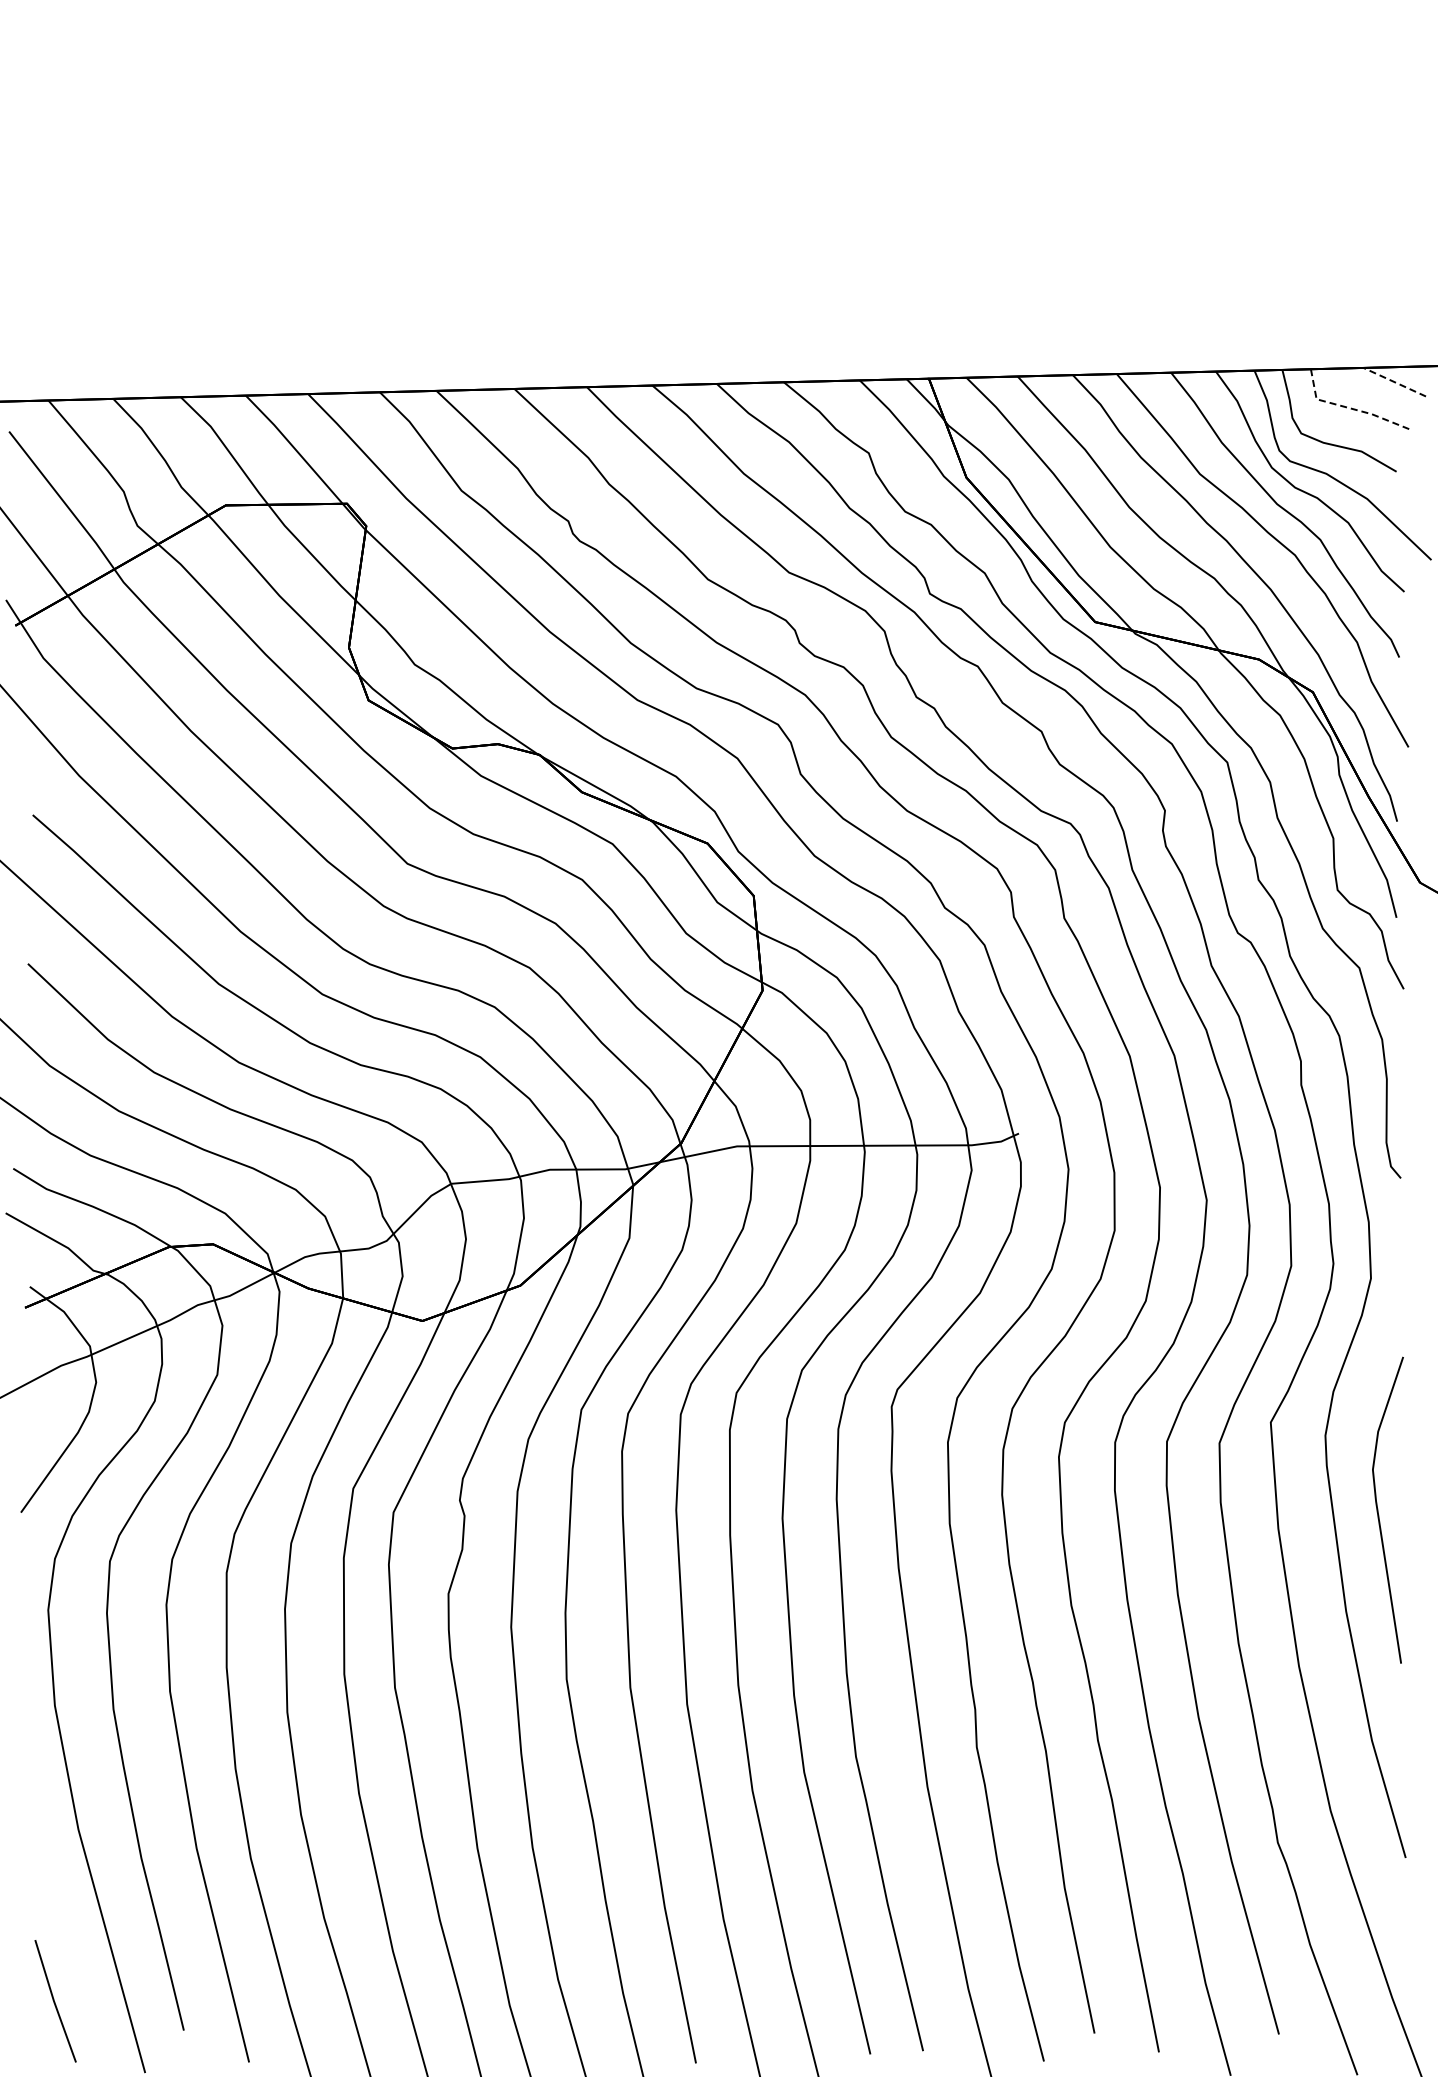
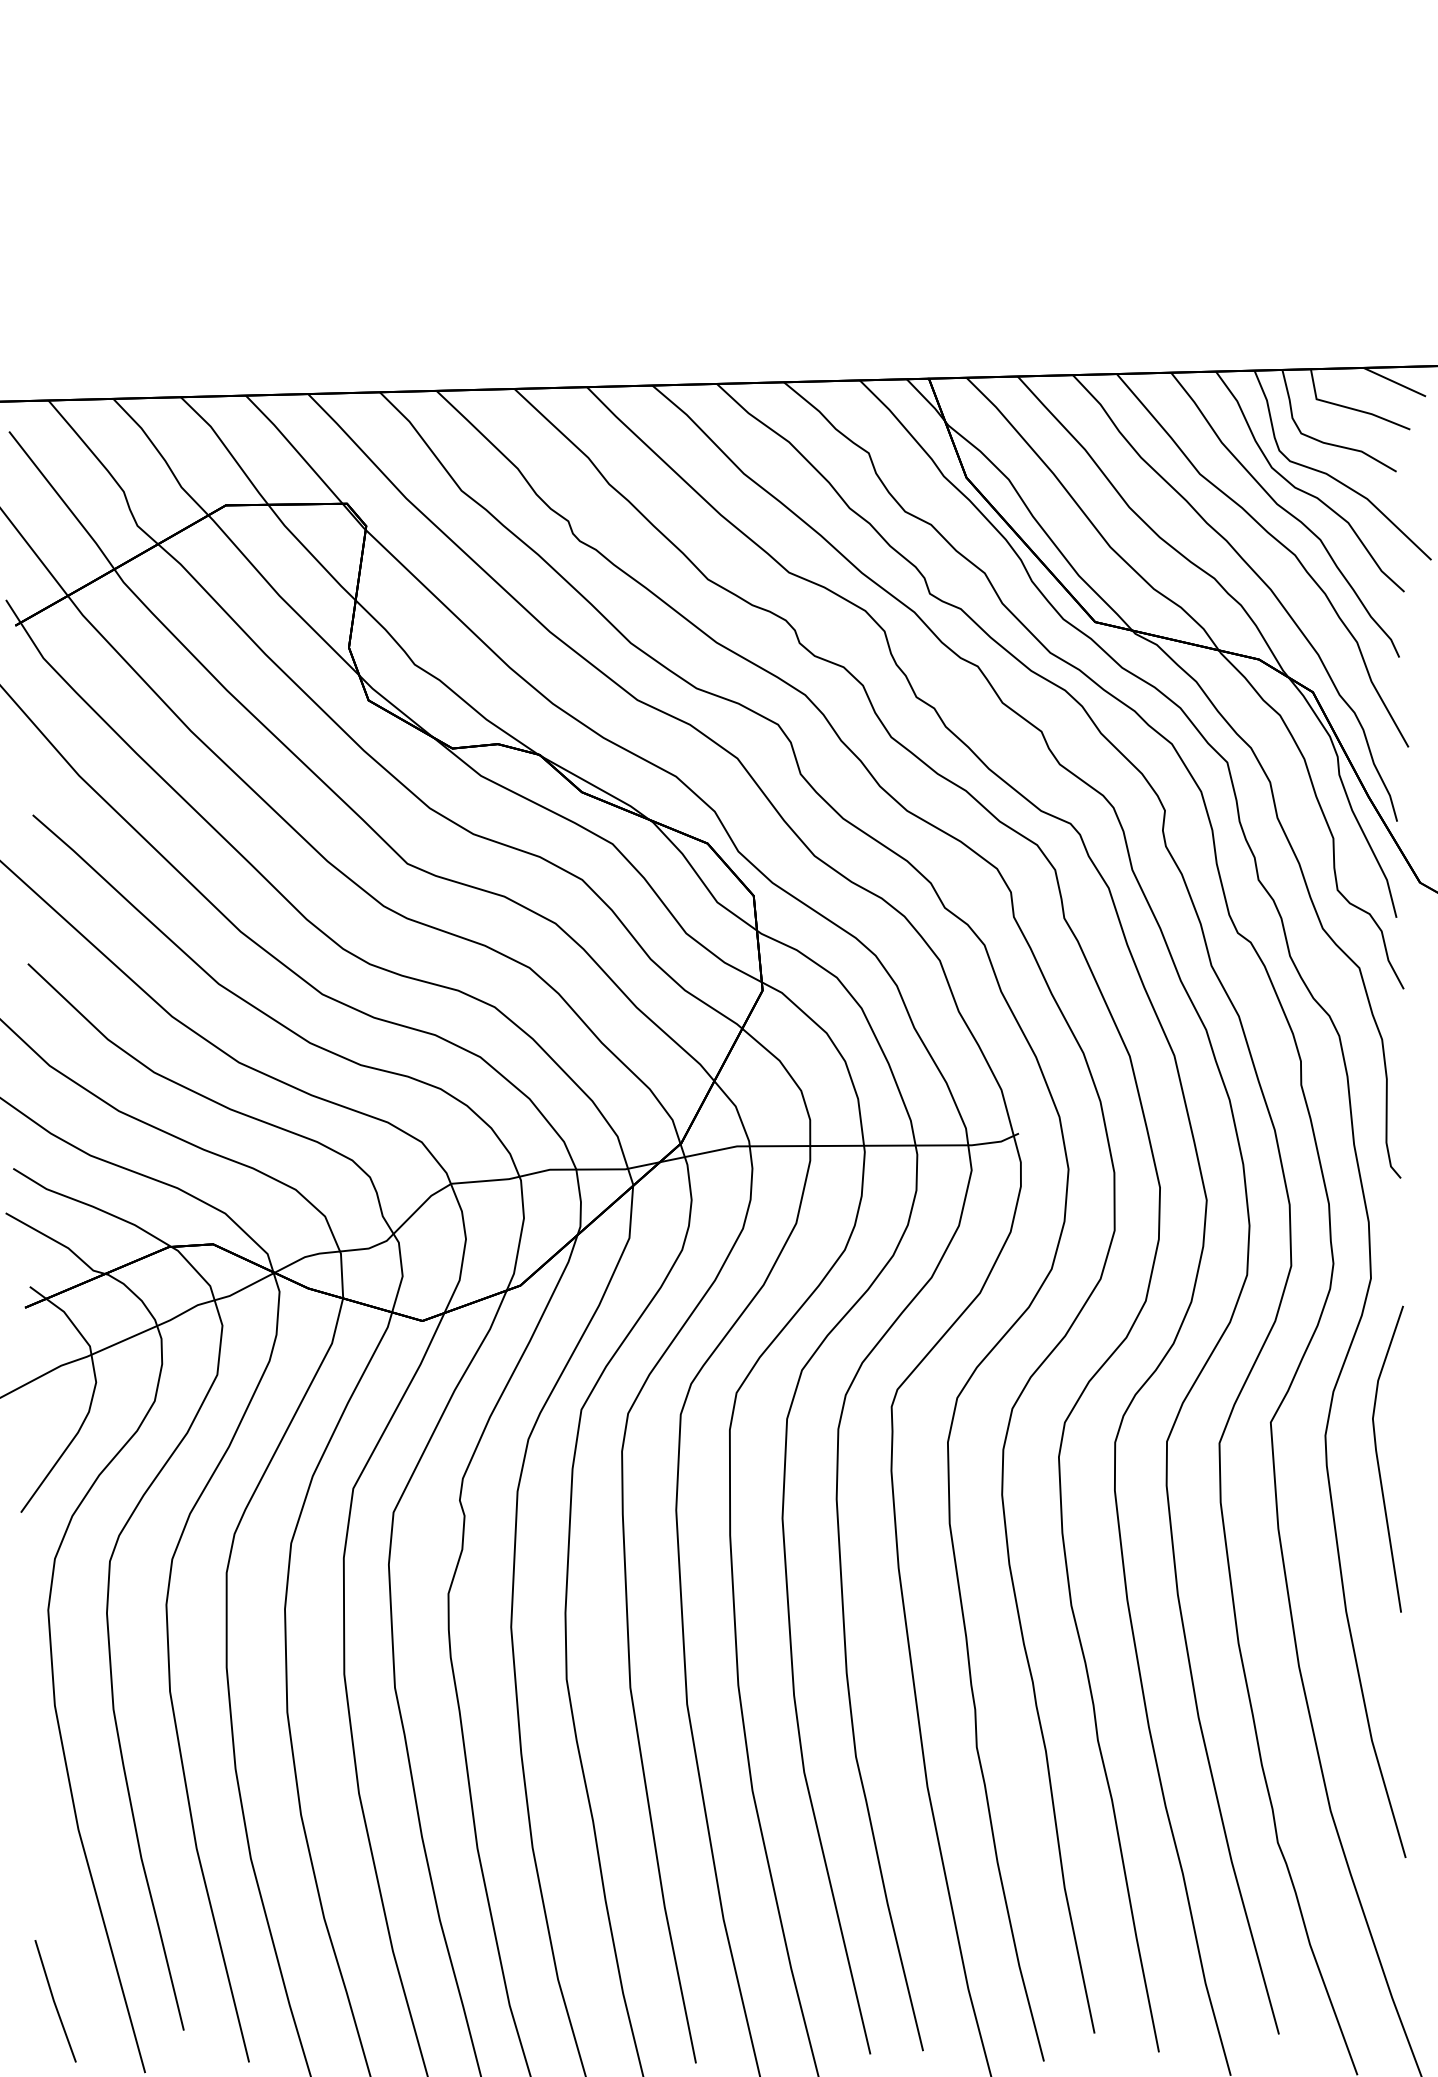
line at (1394, 382): dashed -> solid
line at (1349, 408): dashed -> solid
line at (1378, 1509) position: (1378, 1509) -> (1378, 1458)
